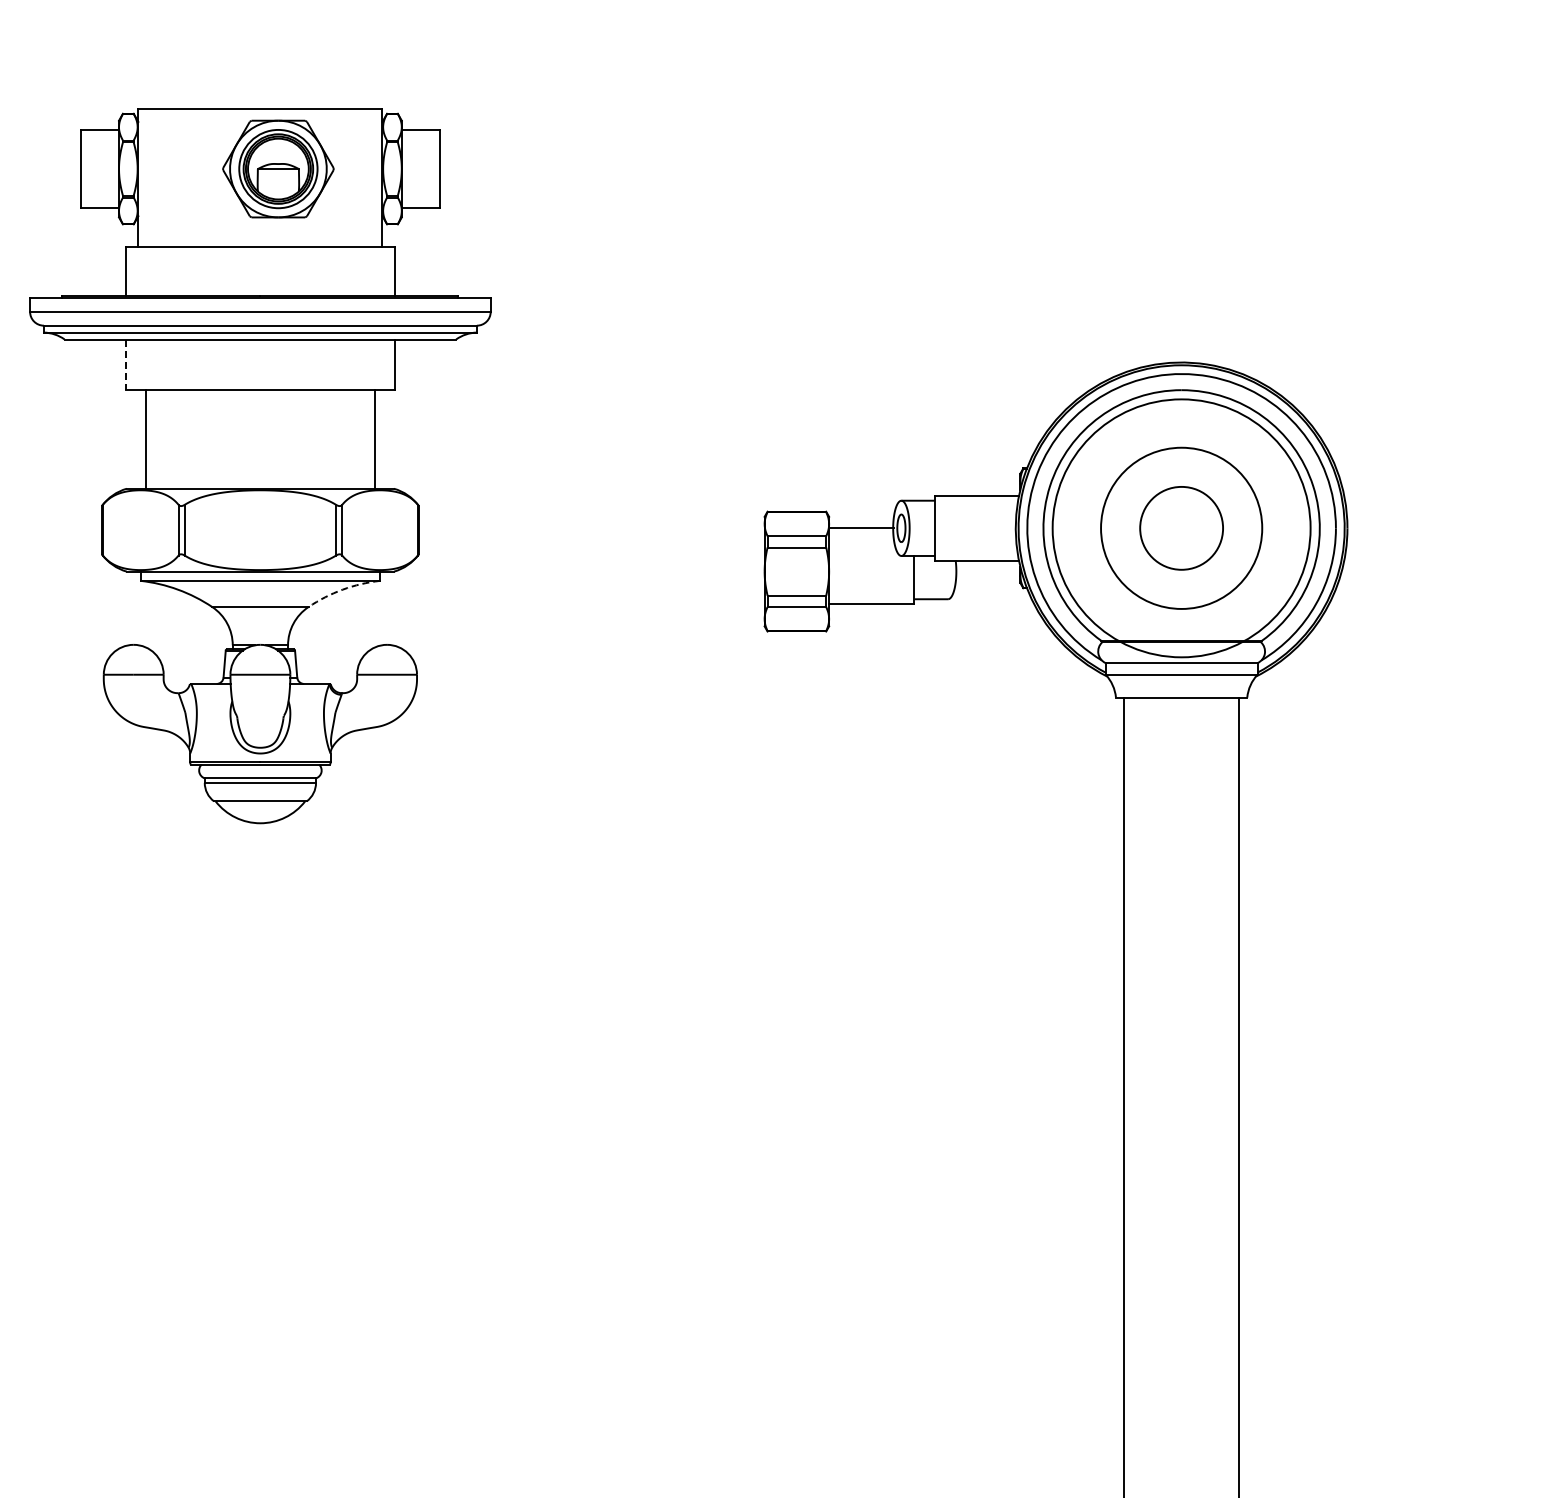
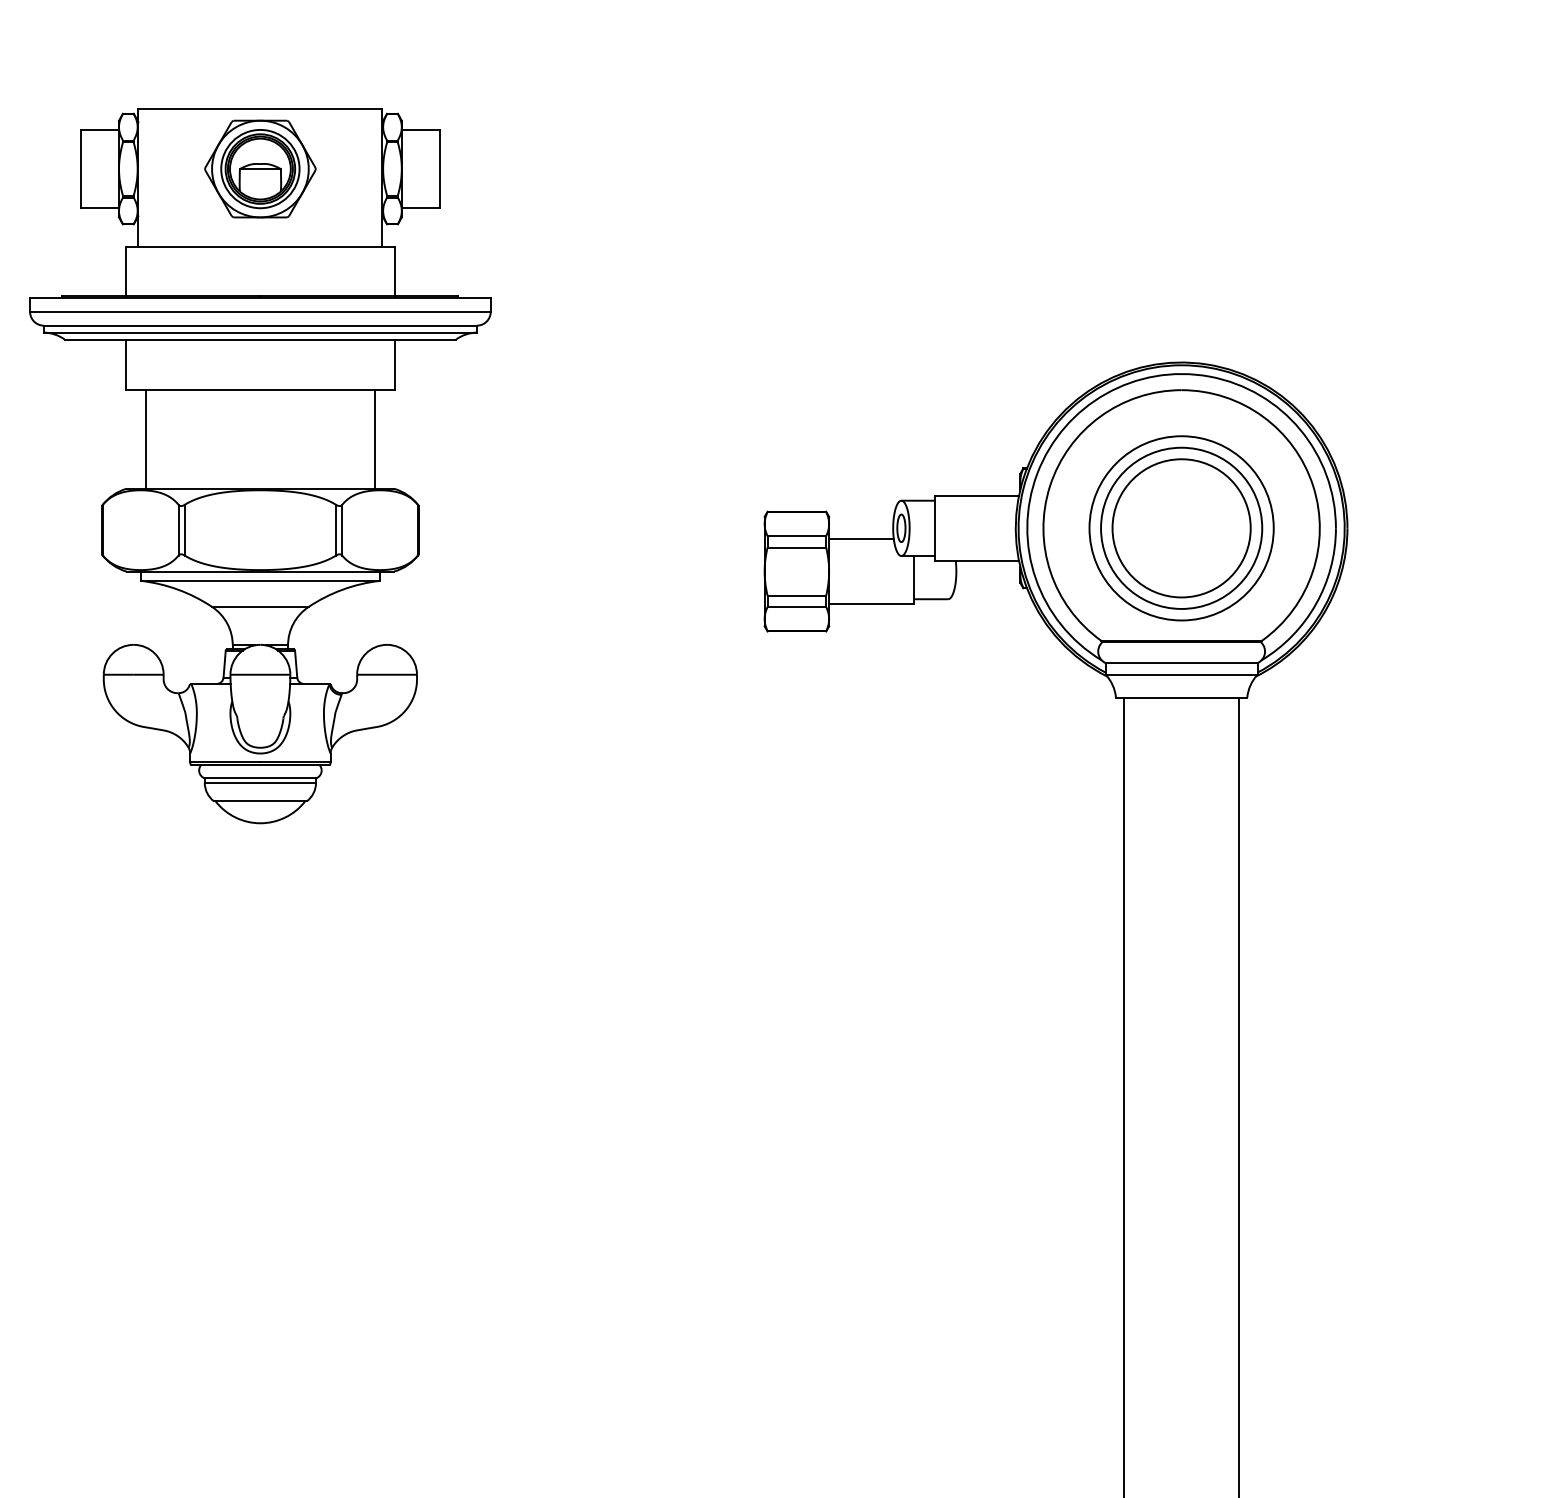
part at (278, 168) position: (278, 168) -> (260, 168)
line at (125, 365): dashed -> solid
circle at (1181, 527) diameter: 83 px -> 138 px
line at (861, 528) position: (861, 528) -> (861, 539)
circle at (1181, 528) diameter: 258 px -> 184 px
arc at (342, 589): dashed -> solid
